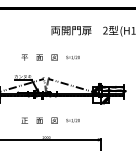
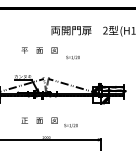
text at (39, 57) position: (39, 57) -> (39, 50)
text at (72, 120) position: (72, 120) -> (70, 125)
